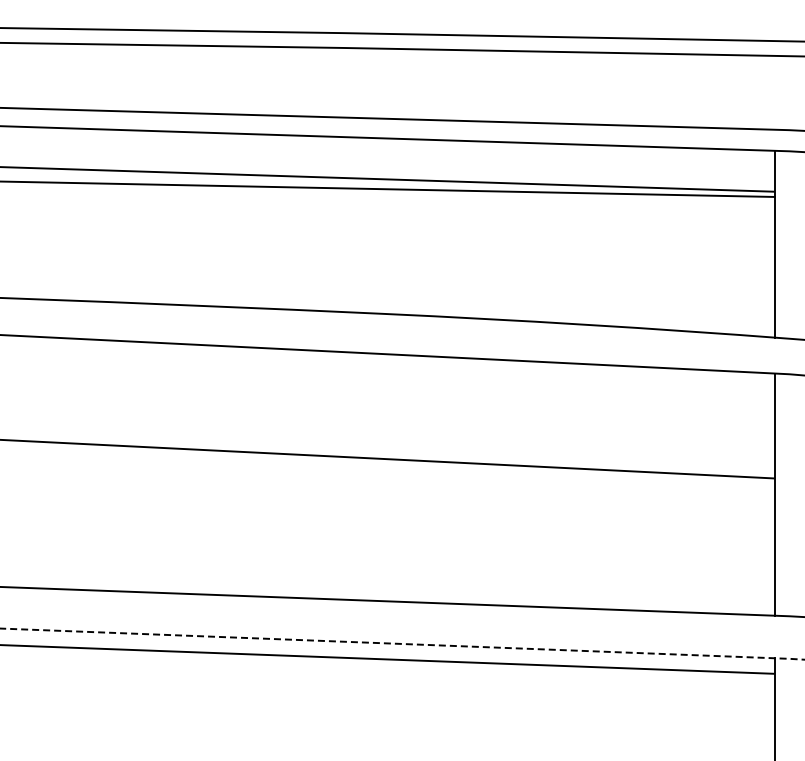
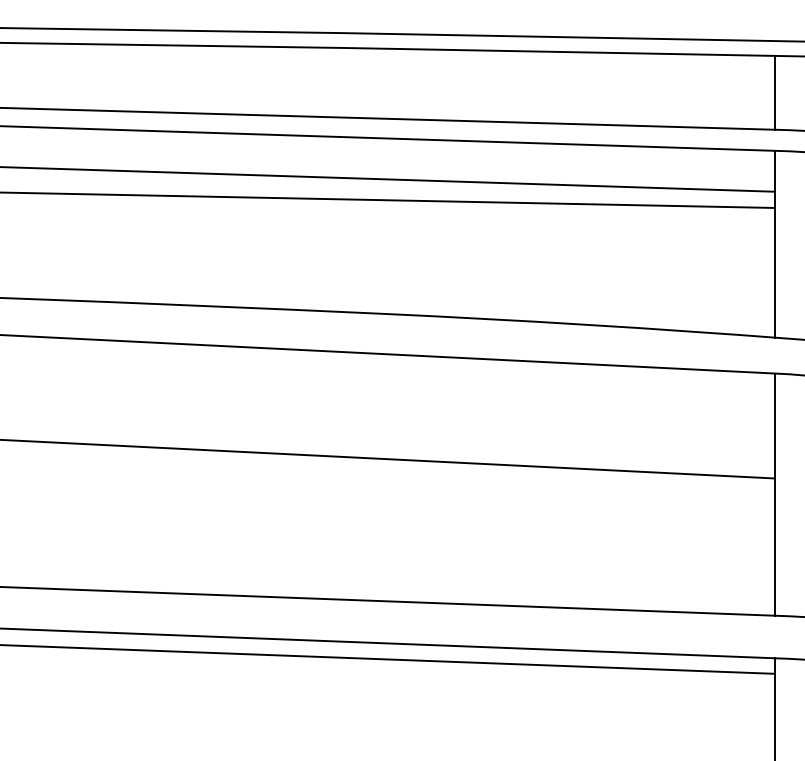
line at (774, 92): none -> present
line at (388, 188) position: (388, 188) -> (388, 199)
line at (402, 644): dashed -> solid
